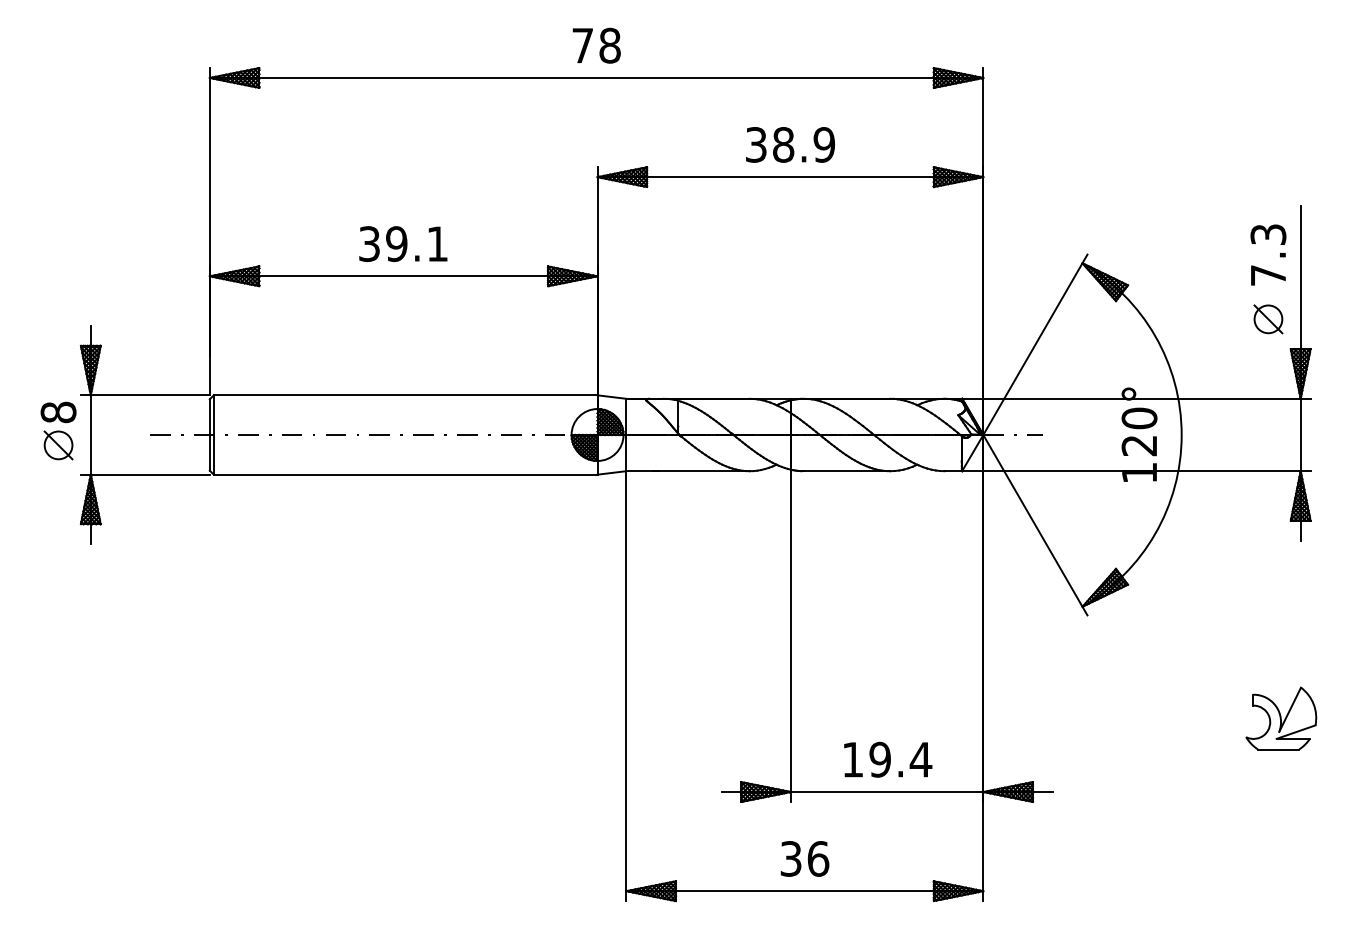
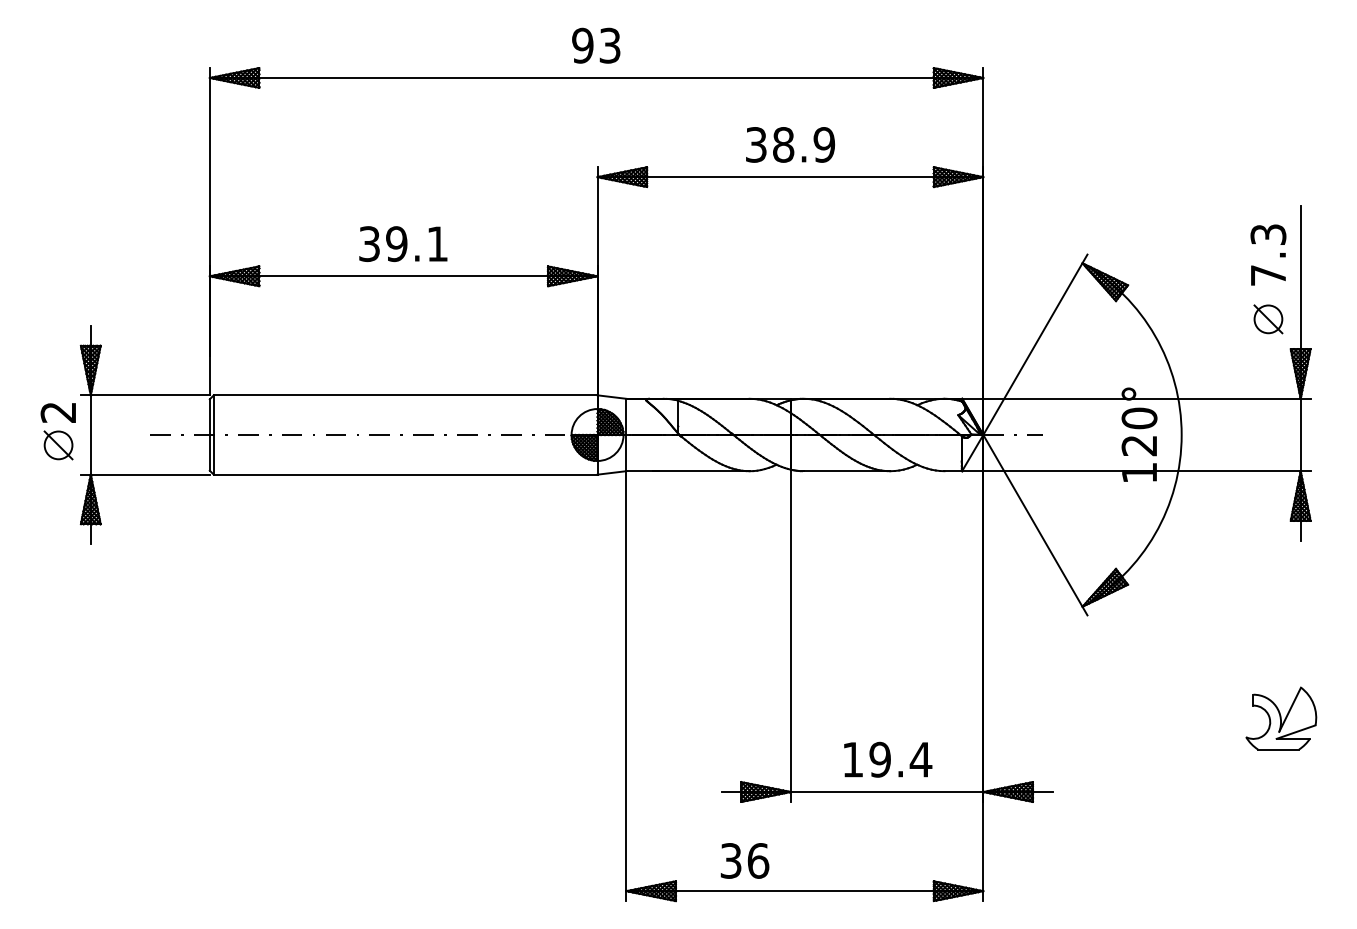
text at (596, 45): 78 -> 93
text at (58, 412): 8 -> 2
text at (804, 858) position: (804, 858) -> (744, 860)
